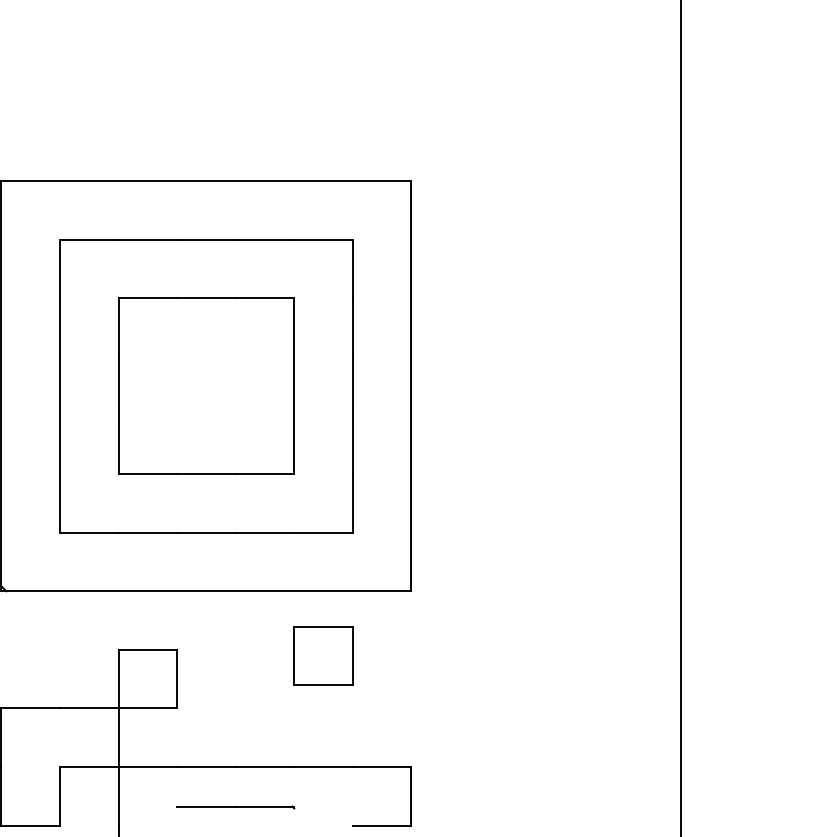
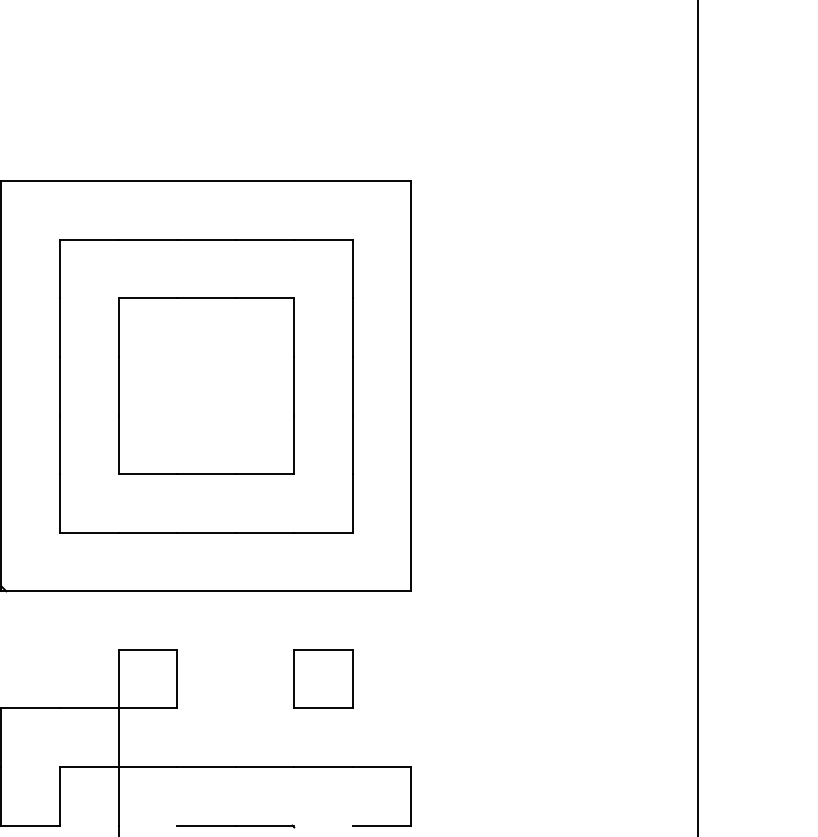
line at (680, 417) position: (680, 417) -> (697, 417)
part at (323, 655) position: (323, 655) -> (323, 678)
part at (235, 807) position: (235, 807) -> (235, 826)
